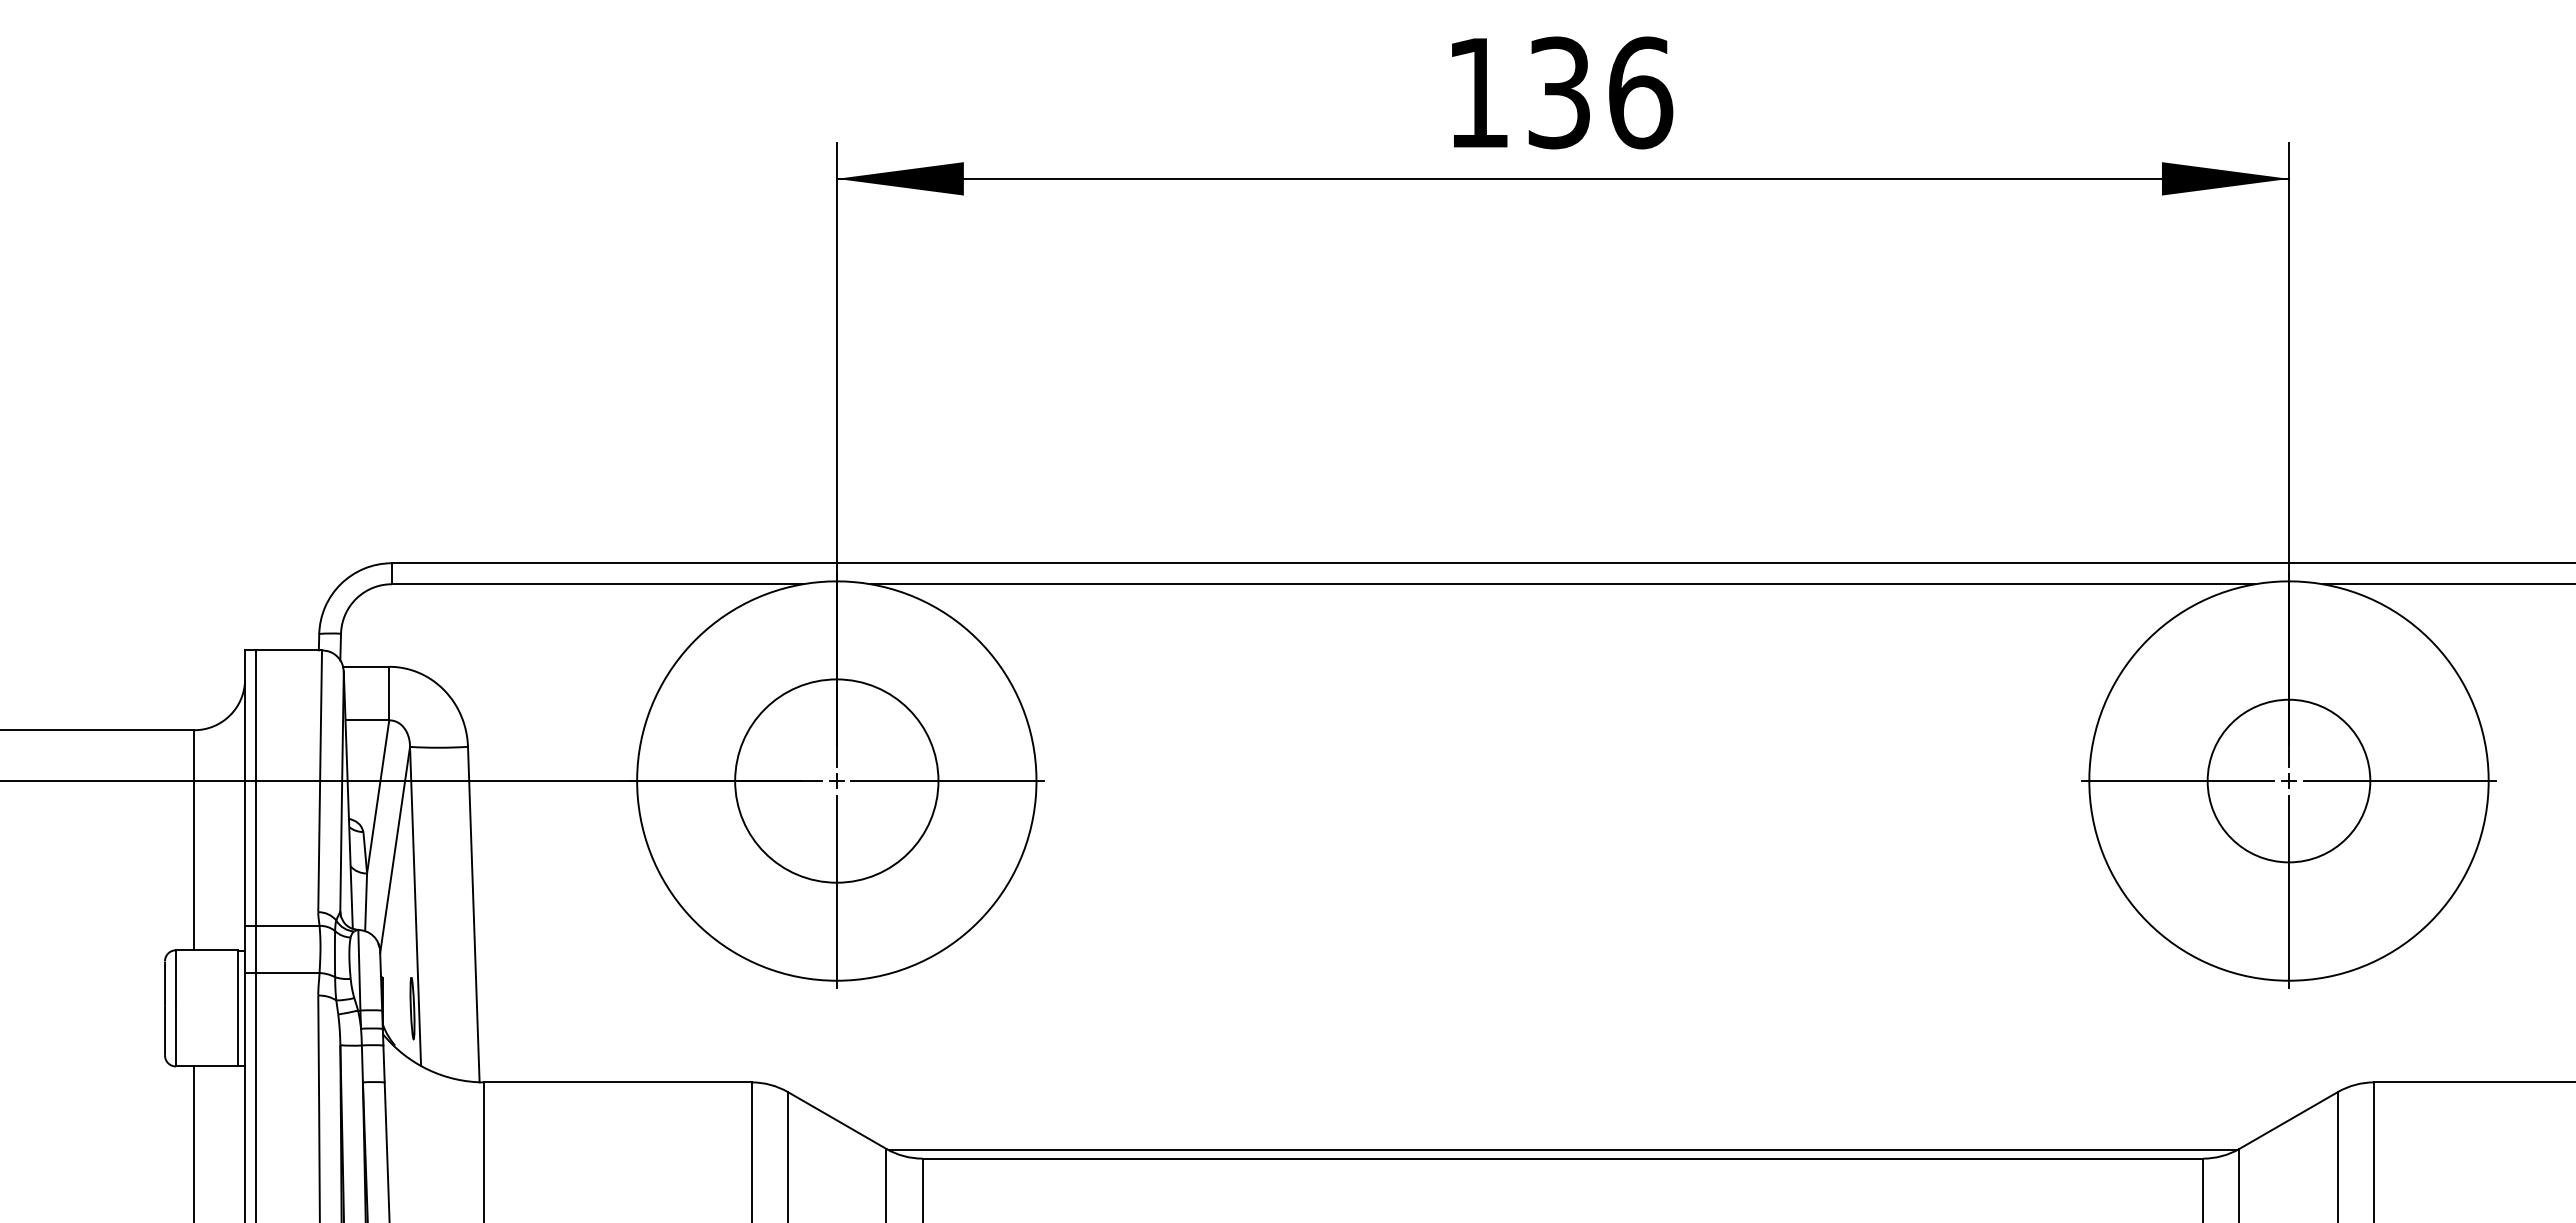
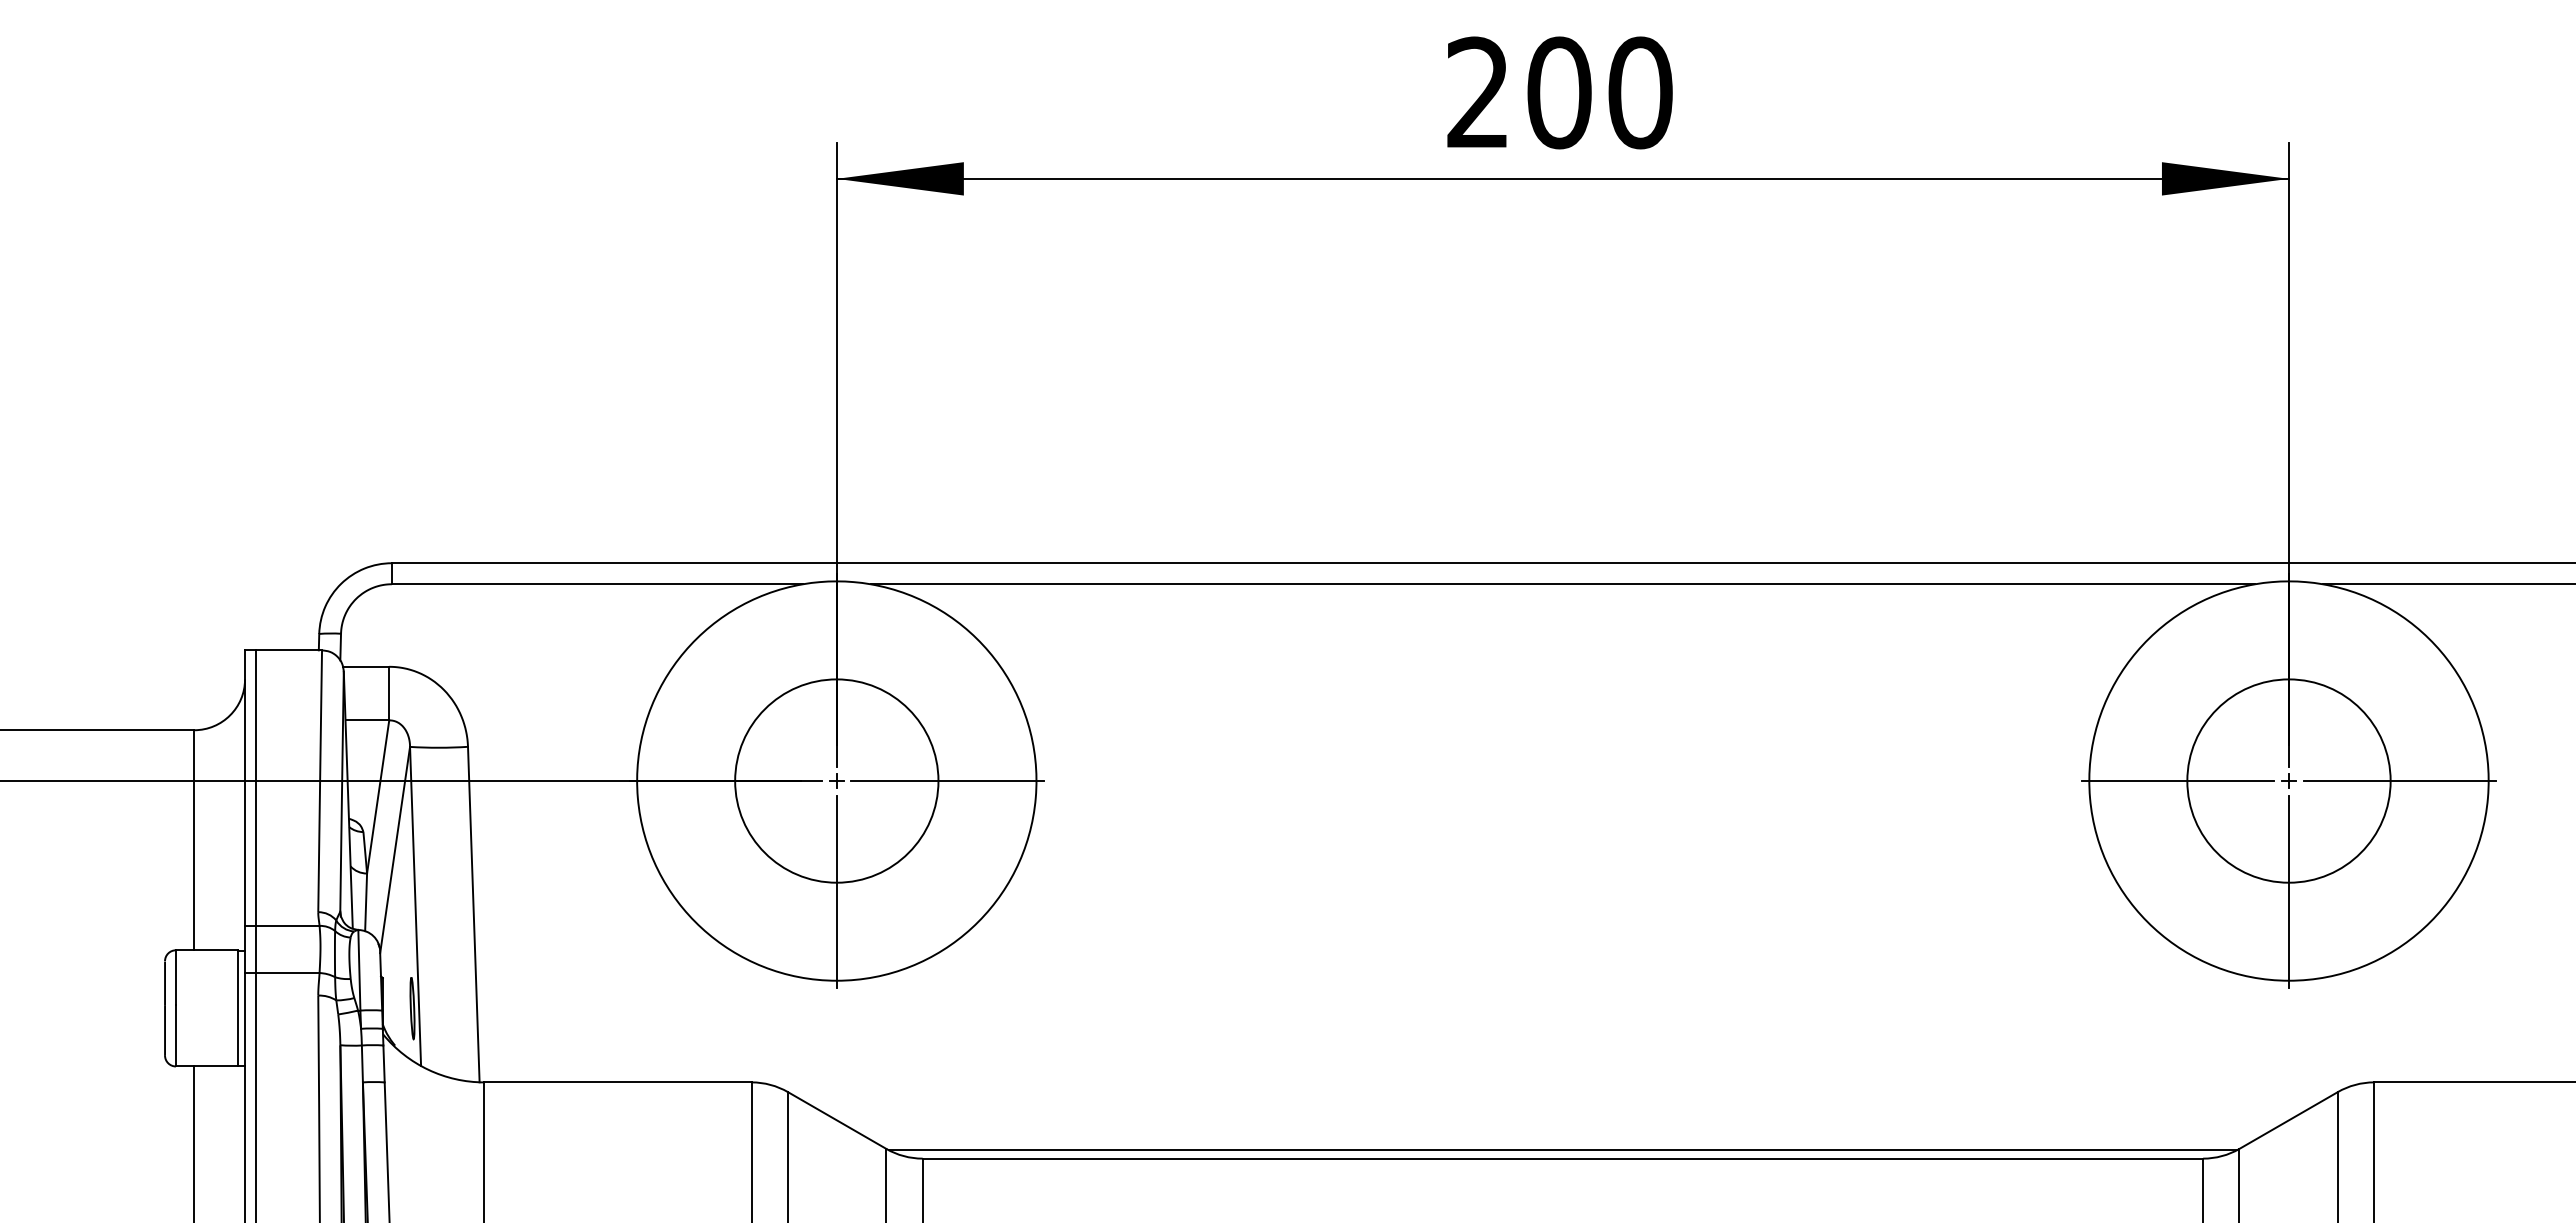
text at (1560, 92): 136 -> 200
circle at (2288, 780) diameter: 163 px -> 203 px
